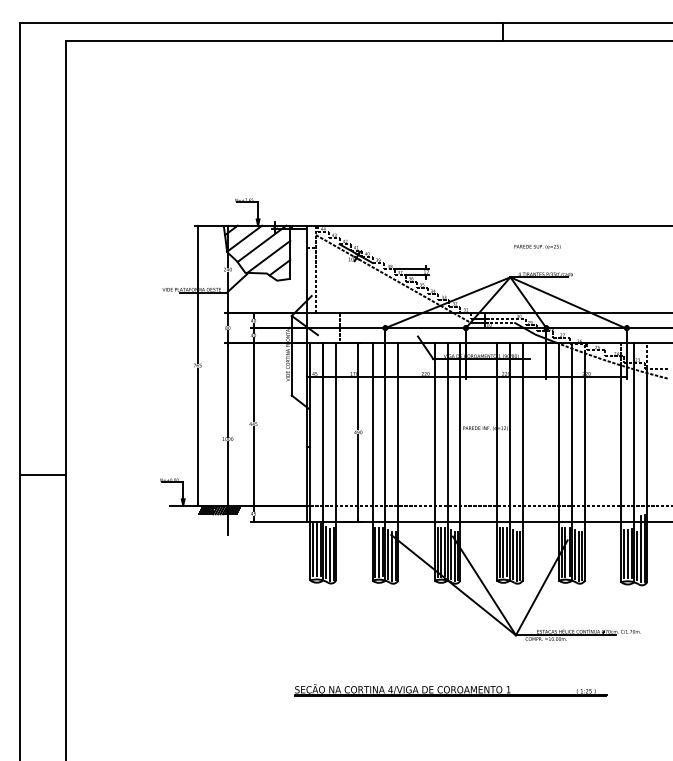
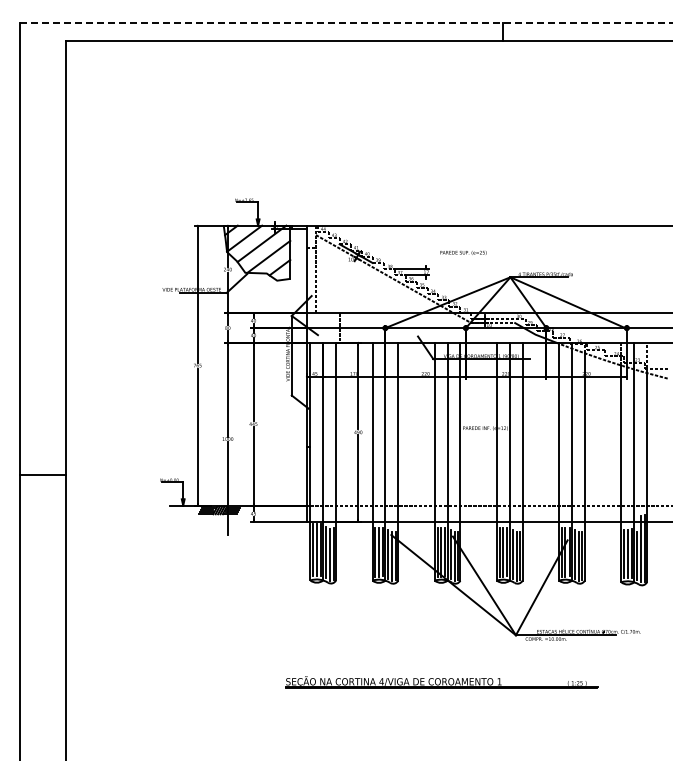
line at (347, 22): solid -> dashed
text at (537, 246) position: (537, 246) -> (463, 252)
part at (450, 690) position: (450, 690) -> (441, 682)
